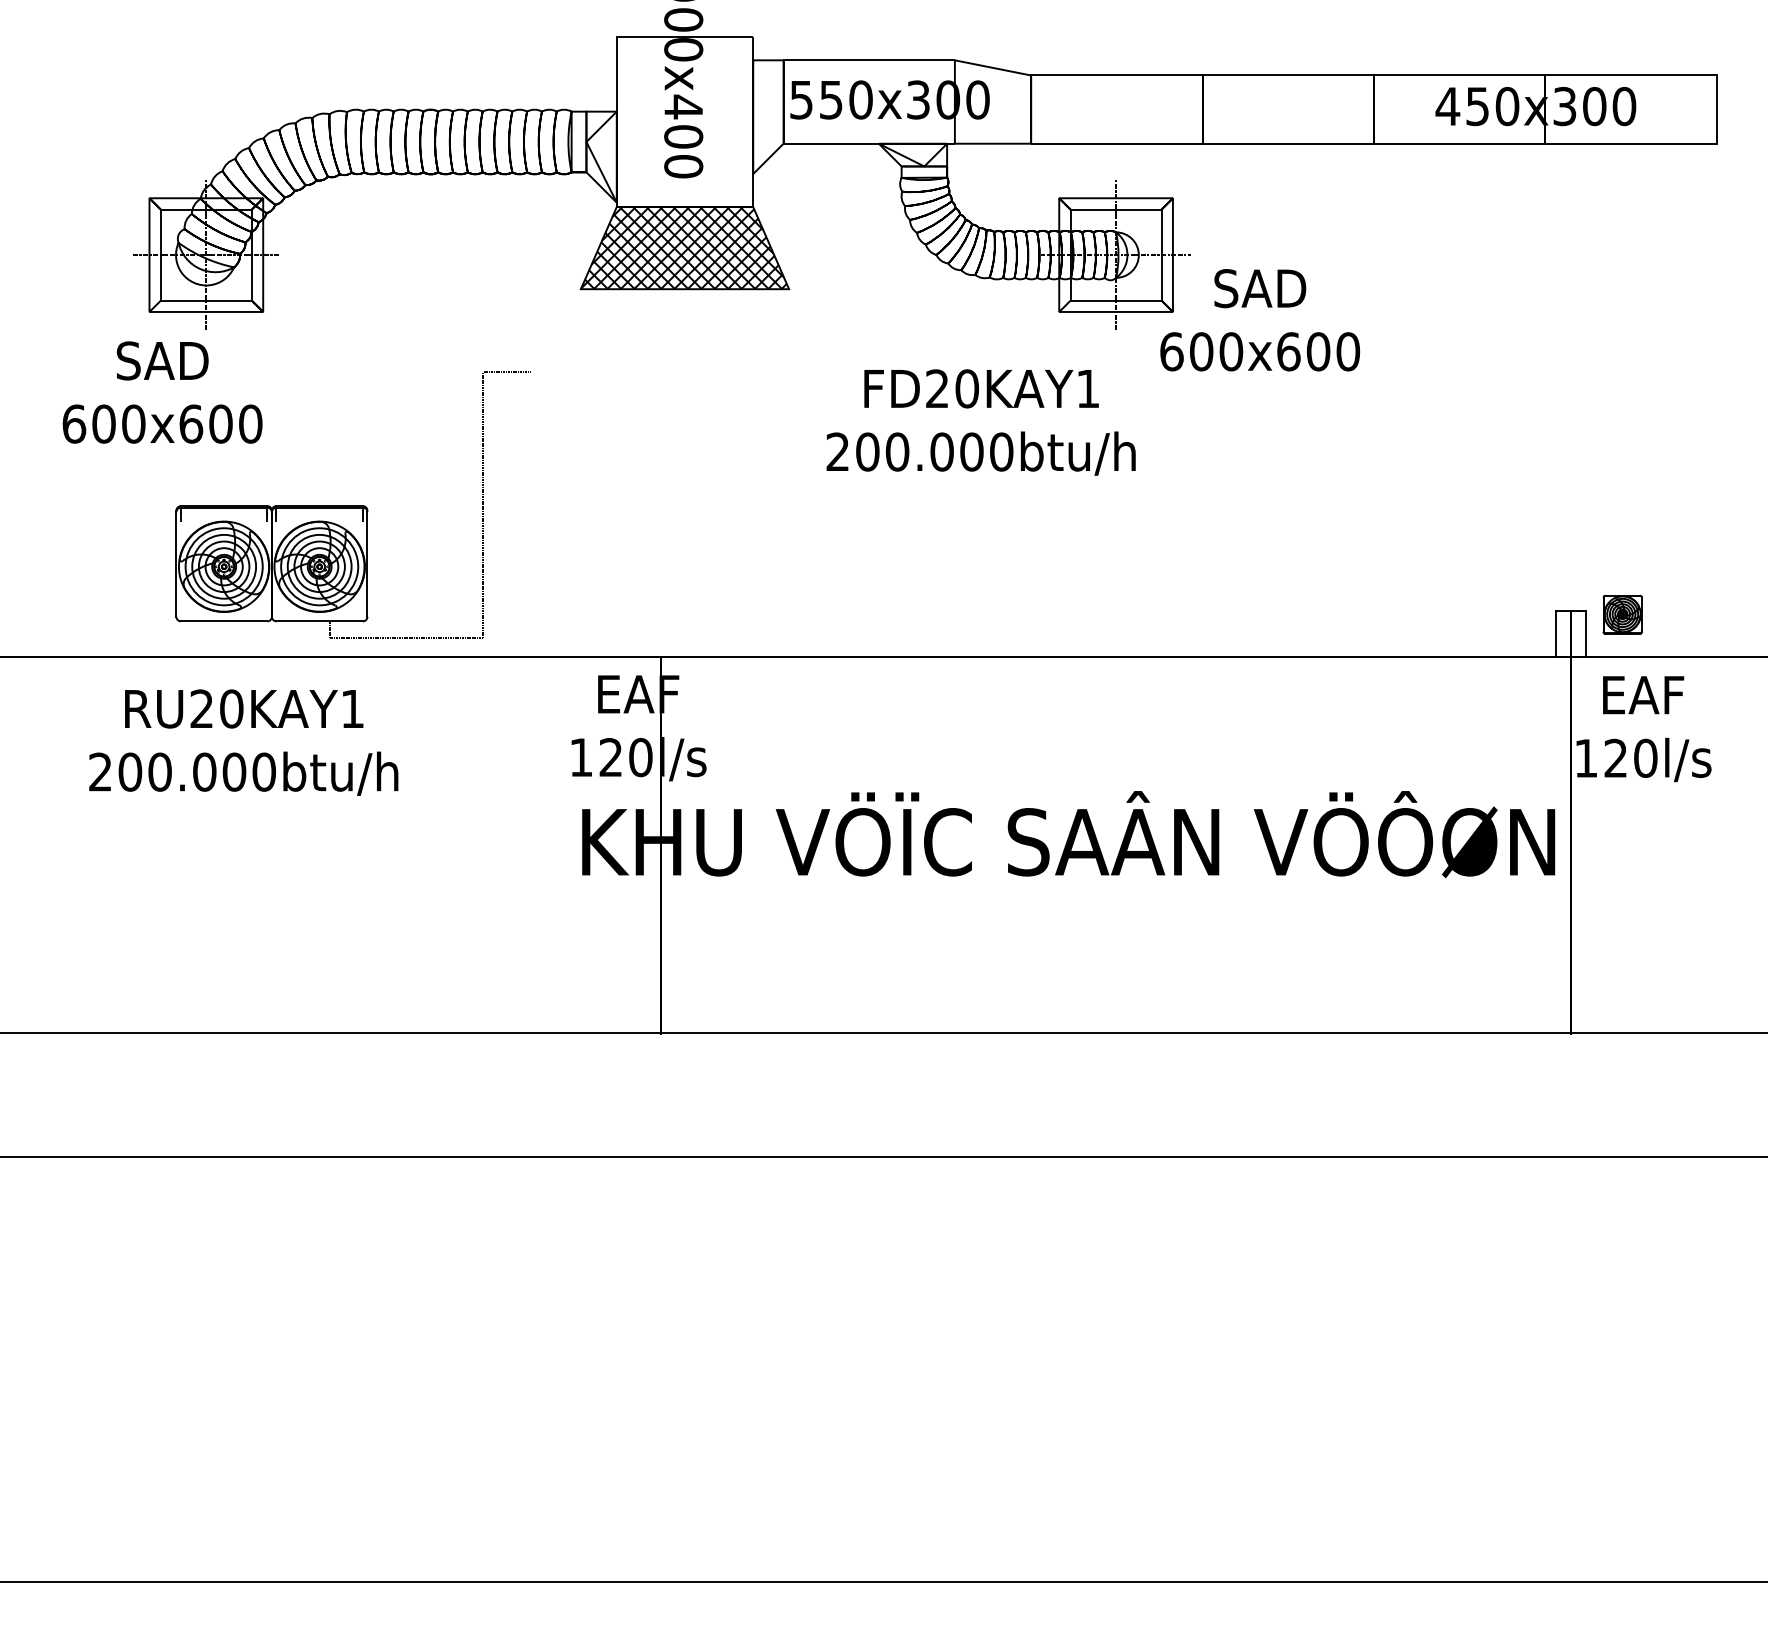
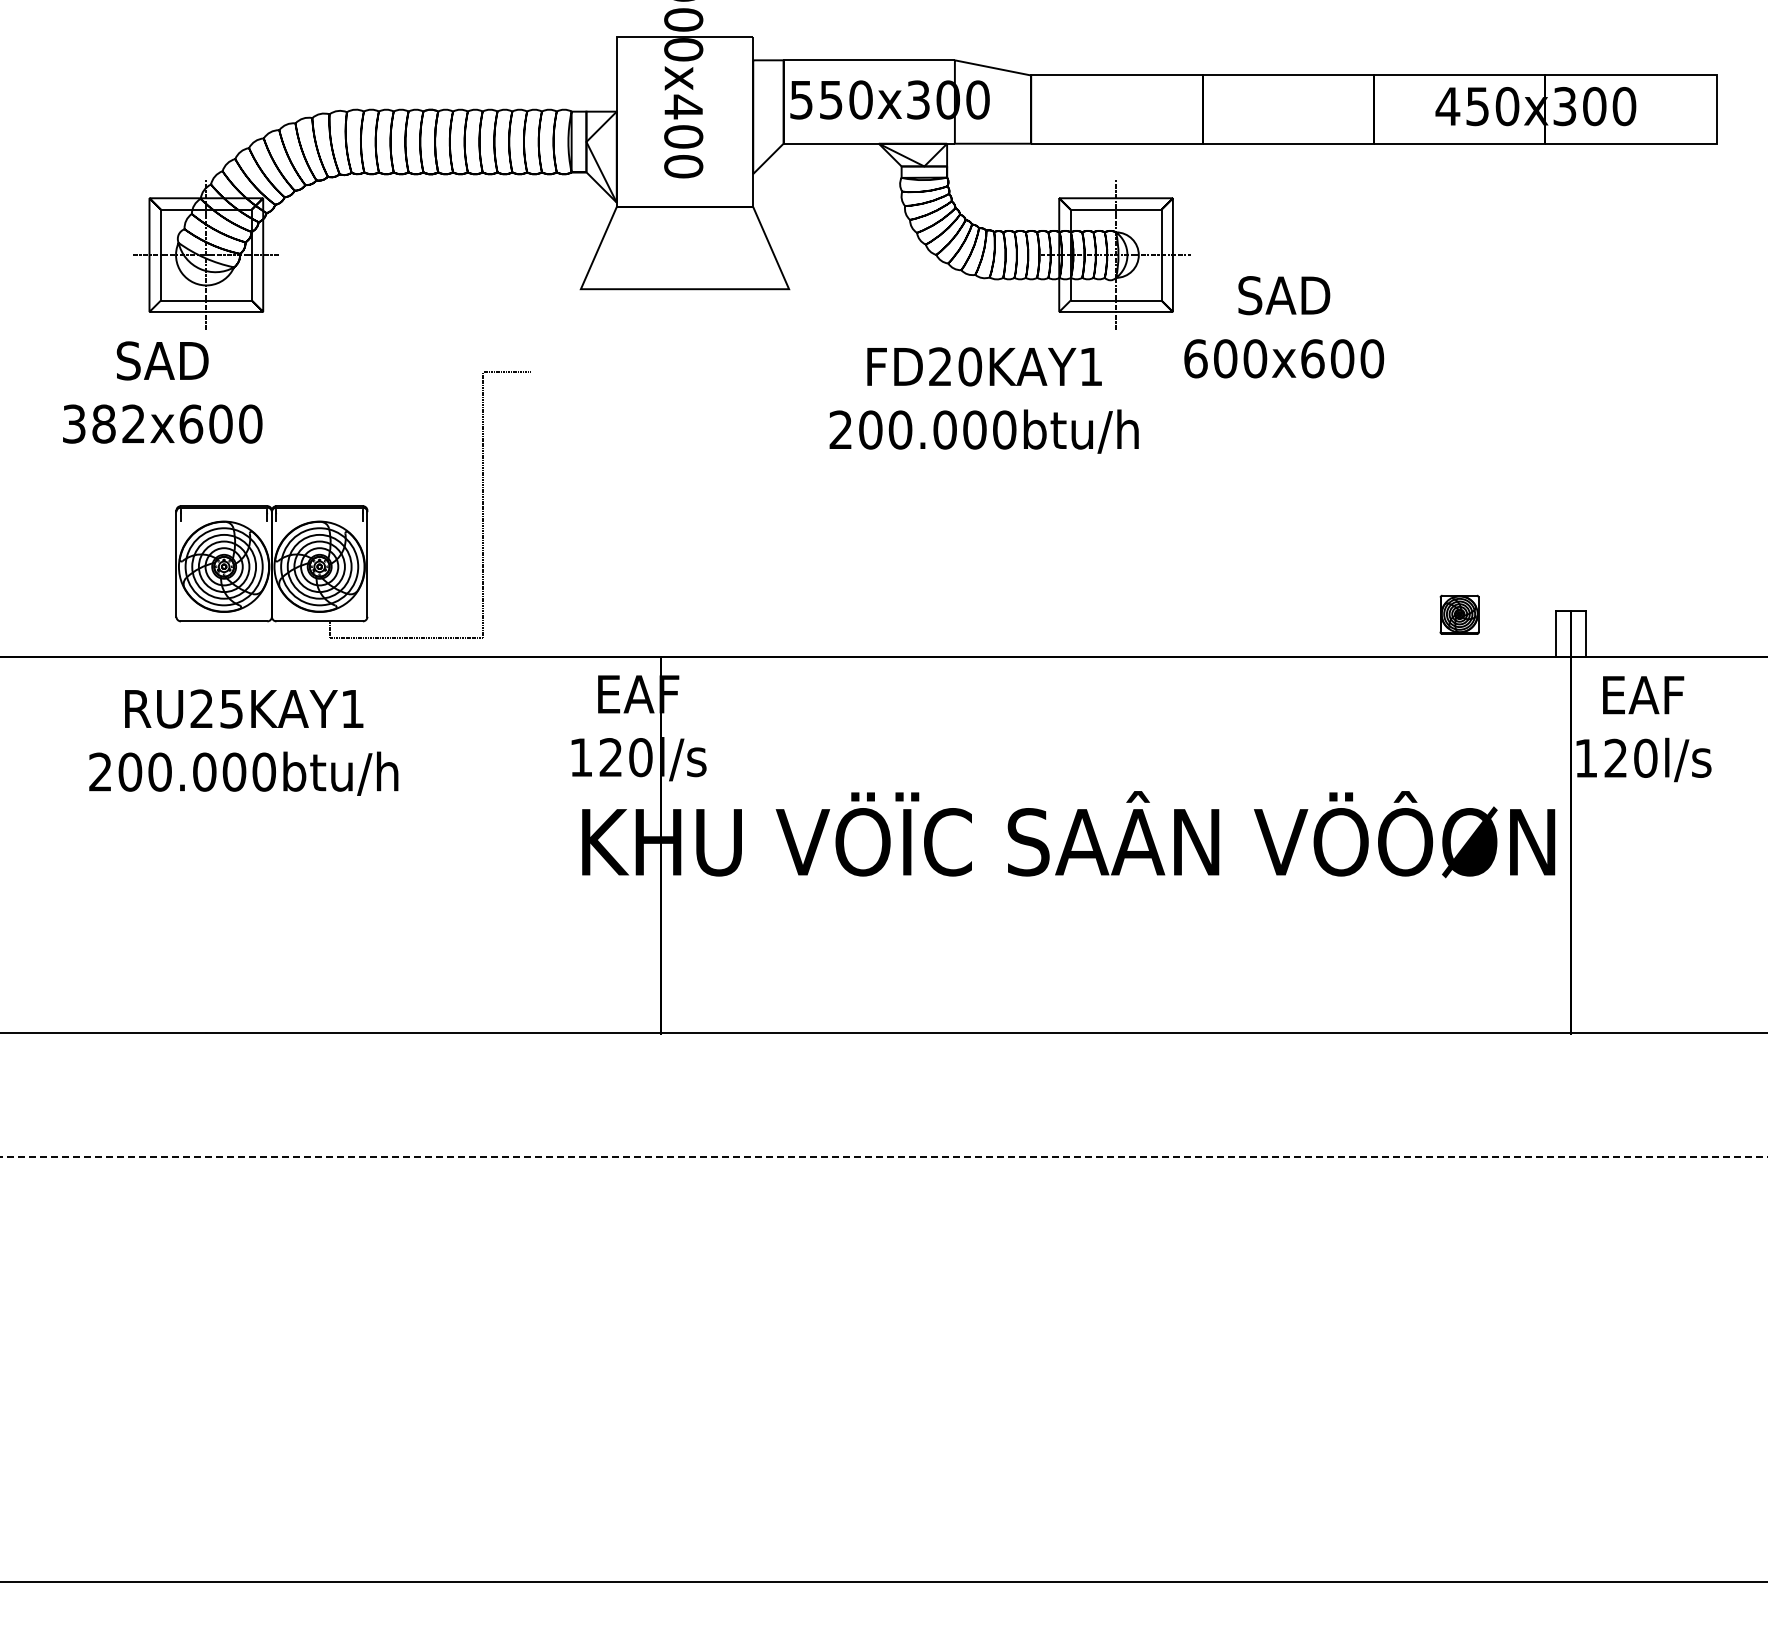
hatch at (683, 248): present -> none
text at (1260, 320) position: (1260, 320) -> (1284, 327)
text at (980, 422) position: (980, 422) -> (983, 400)
text at (103, 423): 600x600 -> 382x600
part at (1622, 614) position: (1622, 614) -> (1459, 614)
text at (231, 708): RU20KAY1 -> RU25KAY1
line at (884, 1157): solid -> dashed
